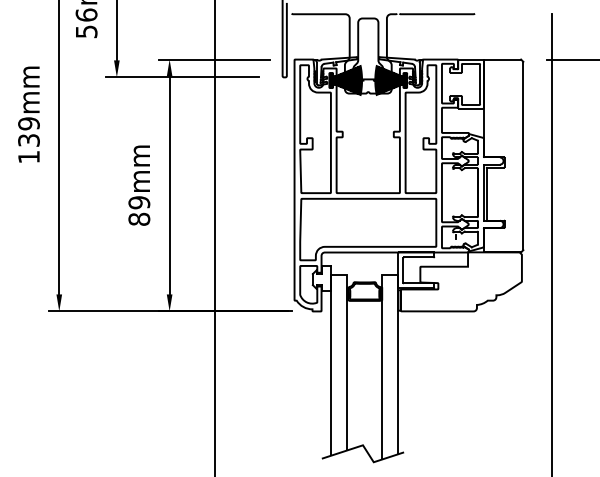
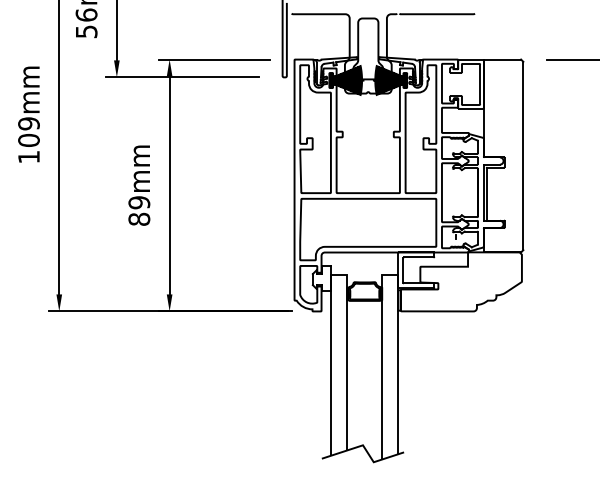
text at (28, 139): 139mm -> 109mm
line at (214, 237): present -> none
line at (551, 243): present -> none
